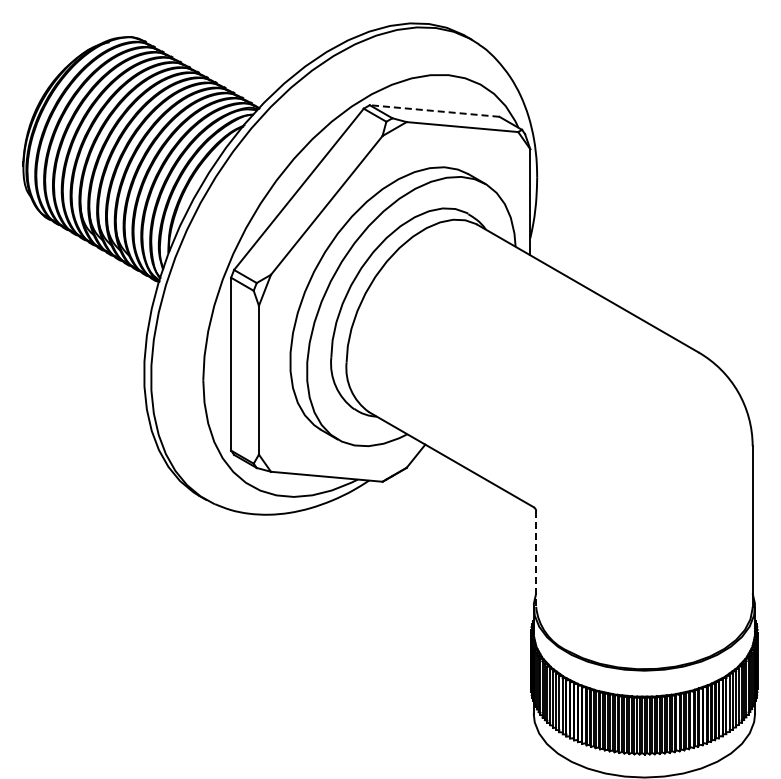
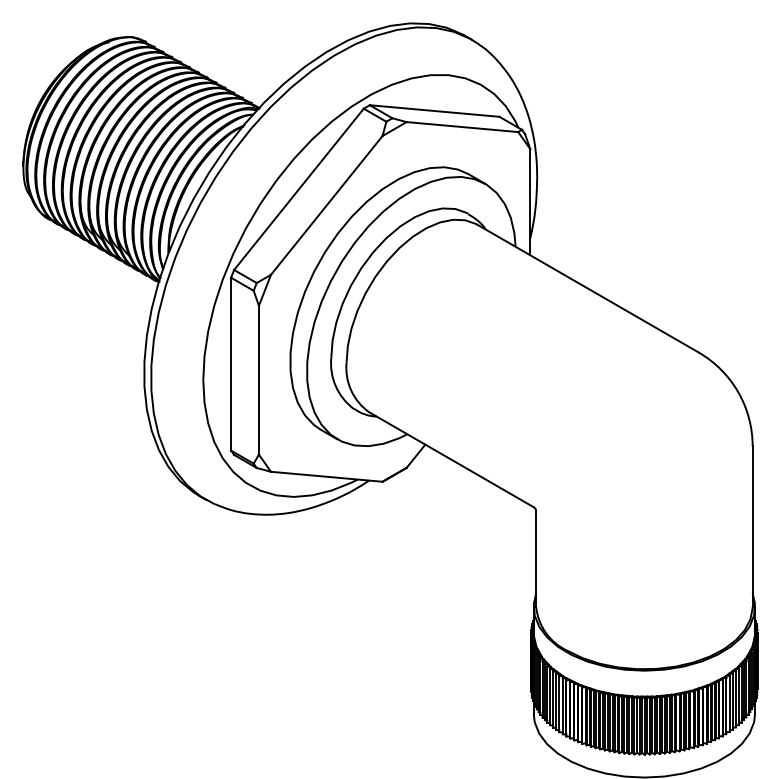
line at (434, 110): dashed -> solid
line at (536, 559): dashed -> solid
